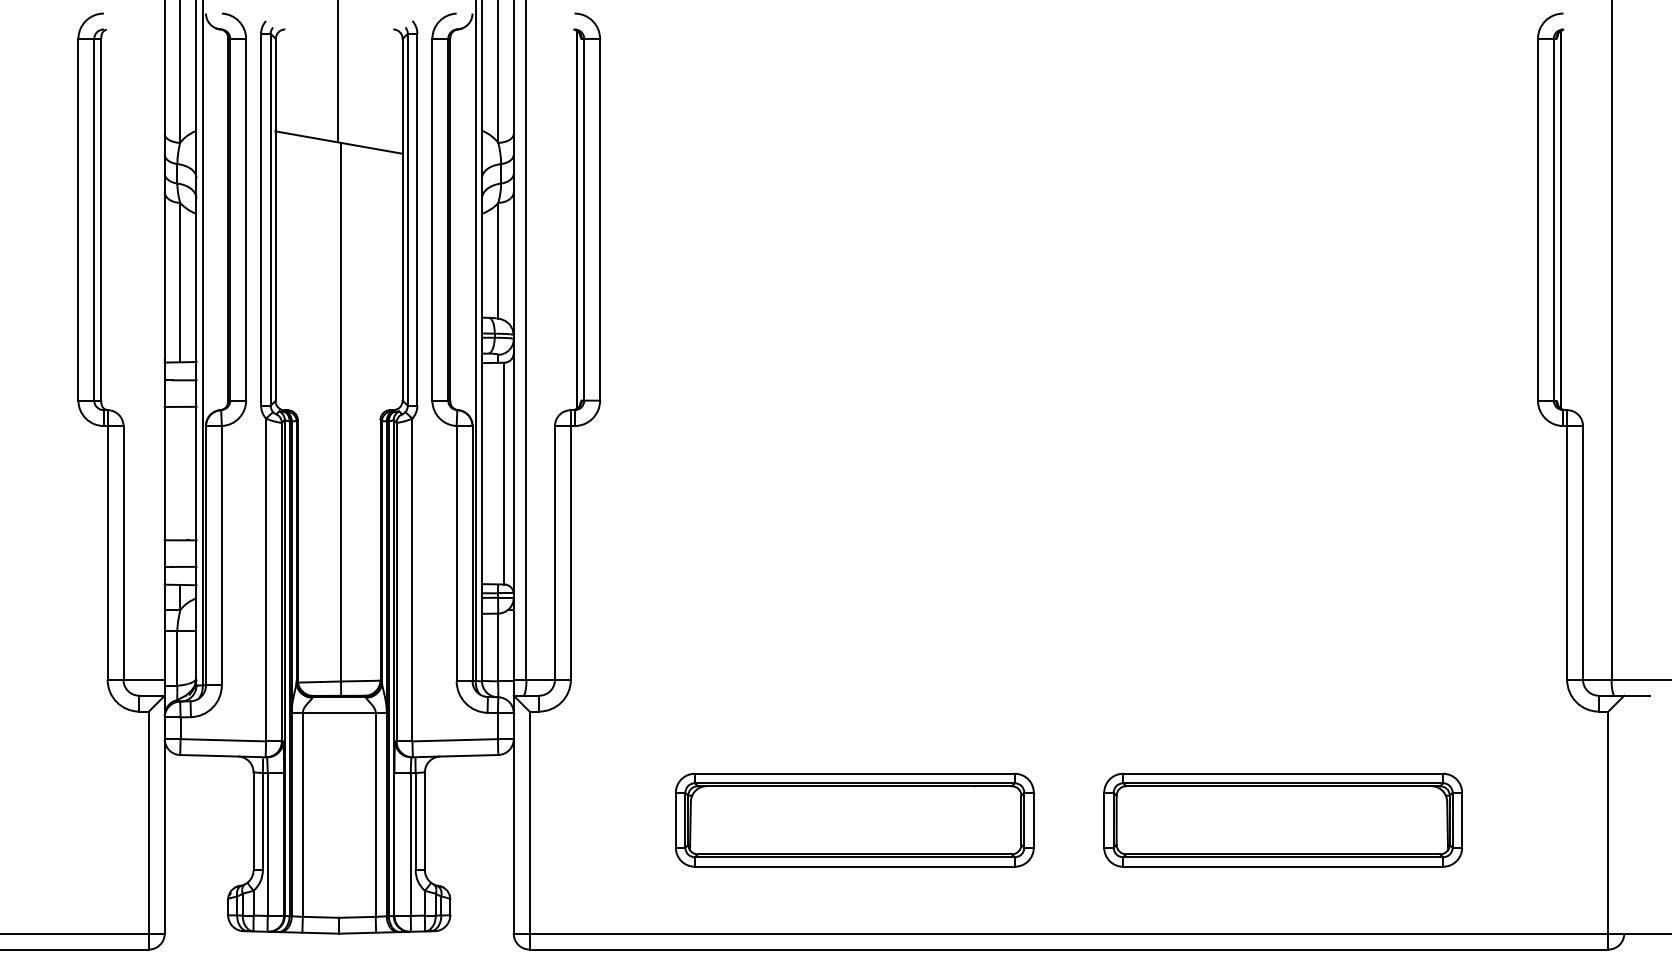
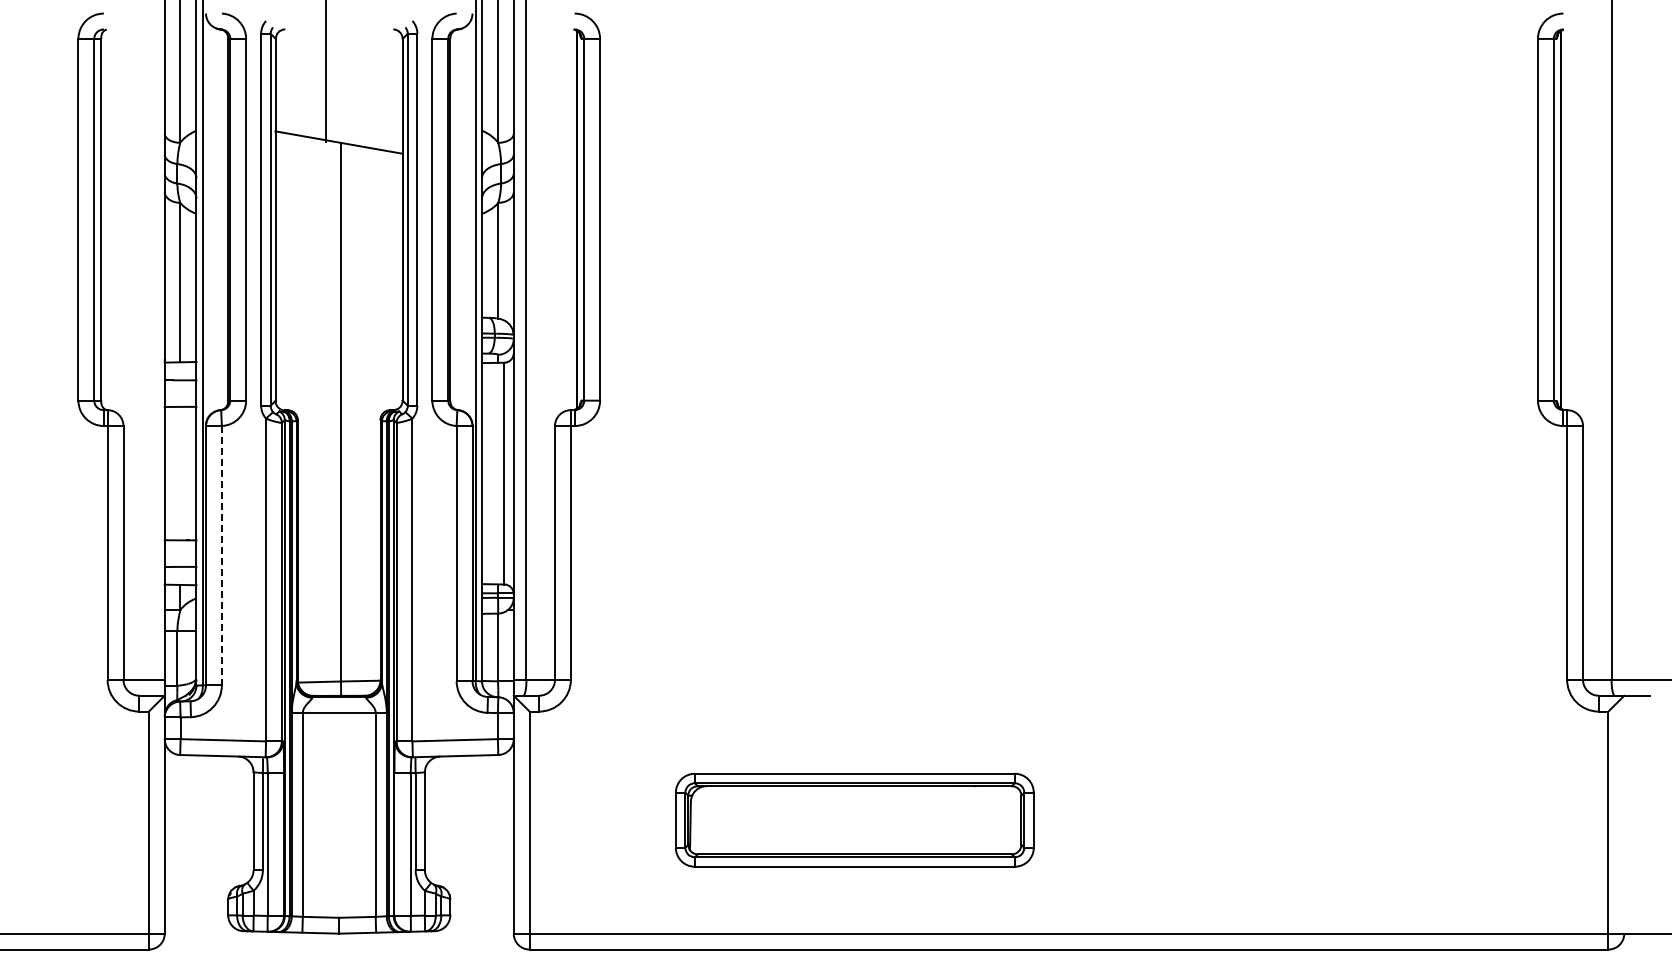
line at (337, 72) position: (337, 72) -> (325, 72)
line at (221, 555): solid -> dashed
part at (1282, 819): present -> none
